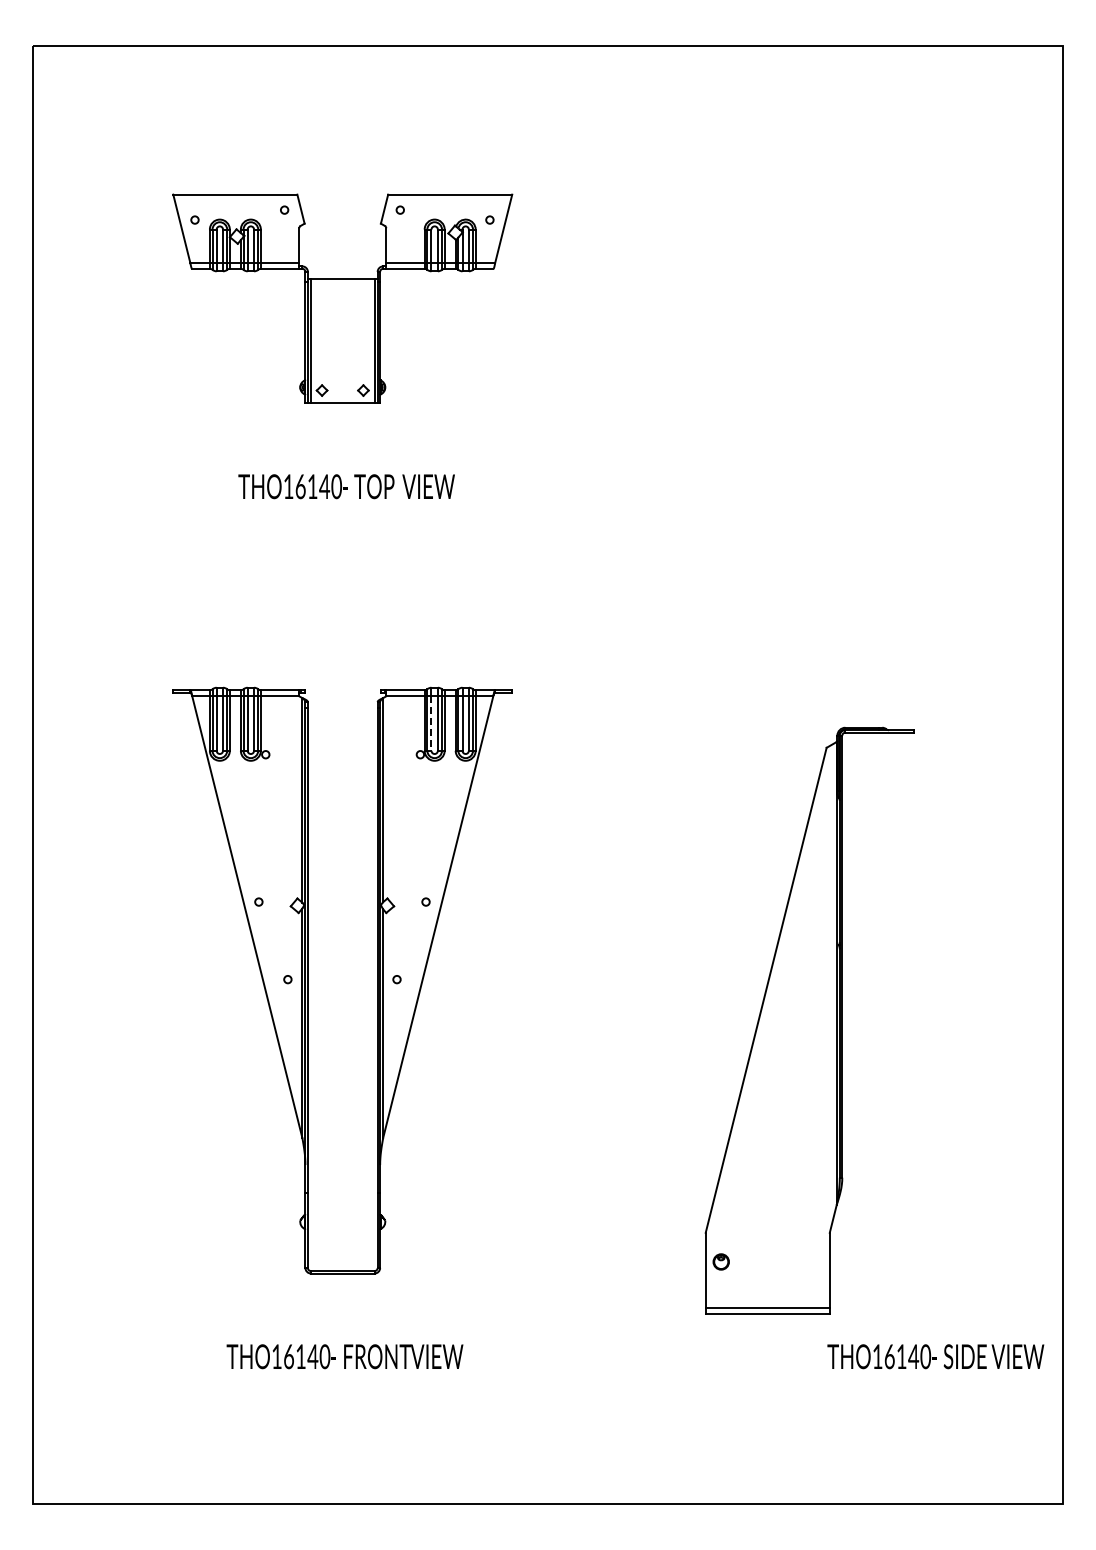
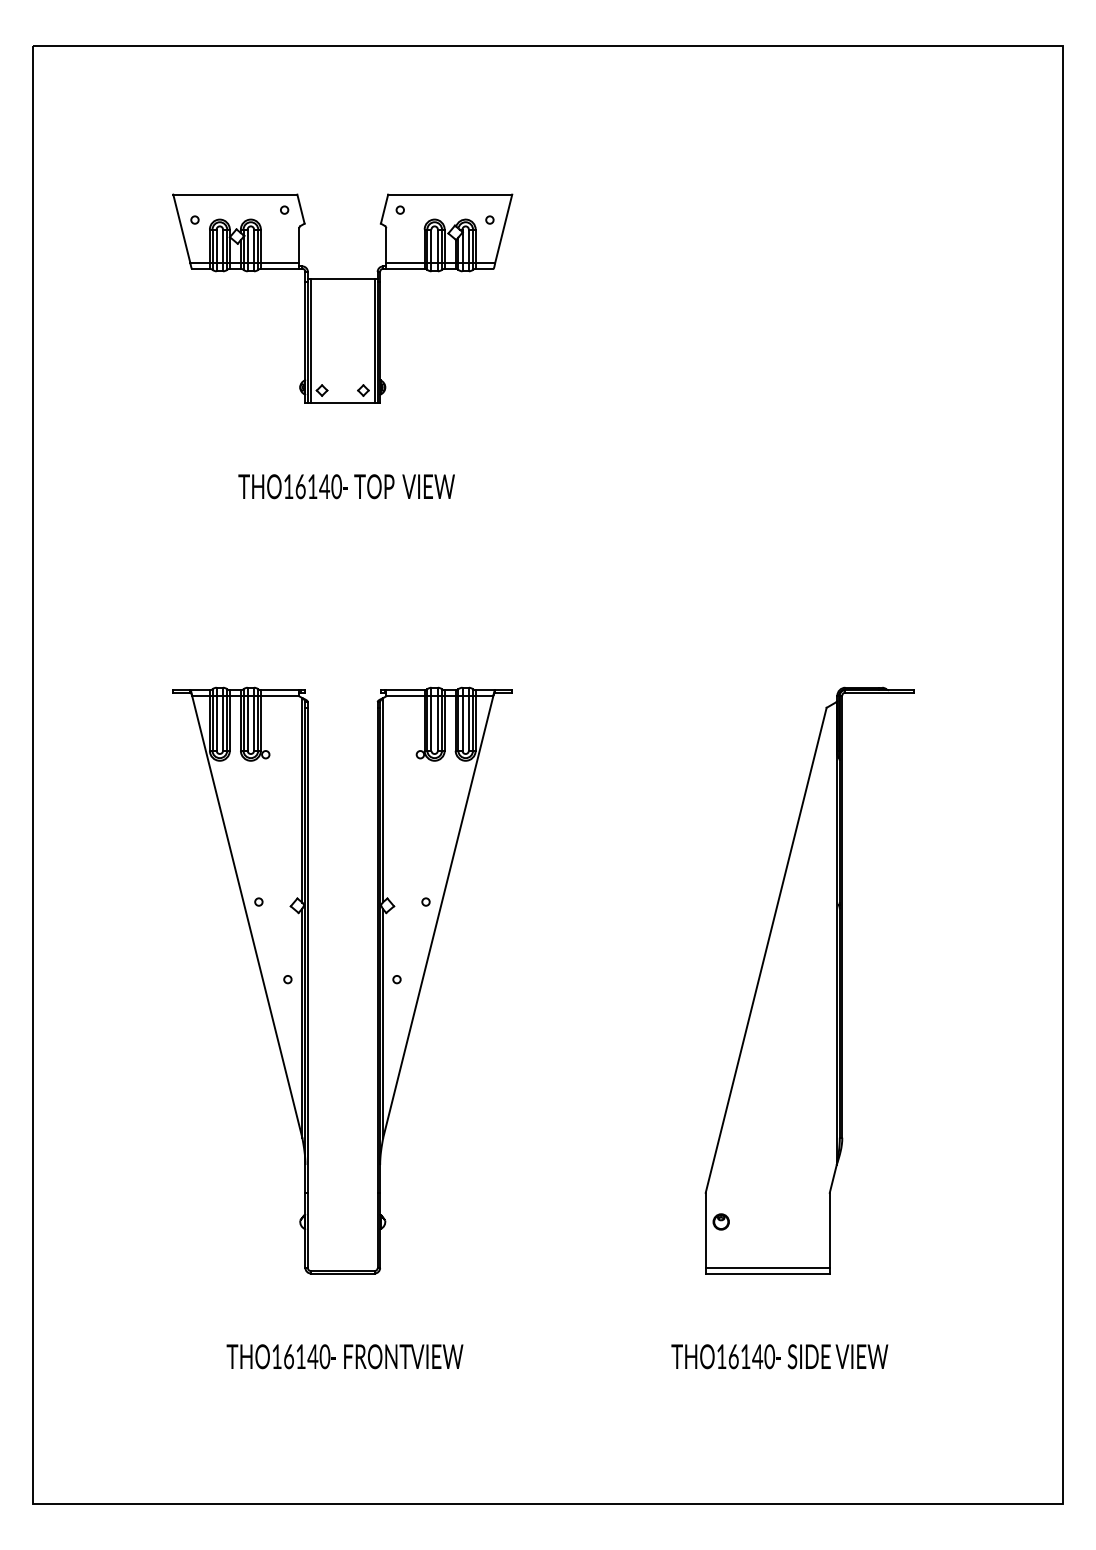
line at (431, 723): dashed -> solid
part at (809, 1020) position: (809, 1020) -> (809, 980)
text at (935, 1356) position: (935, 1356) -> (779, 1356)
